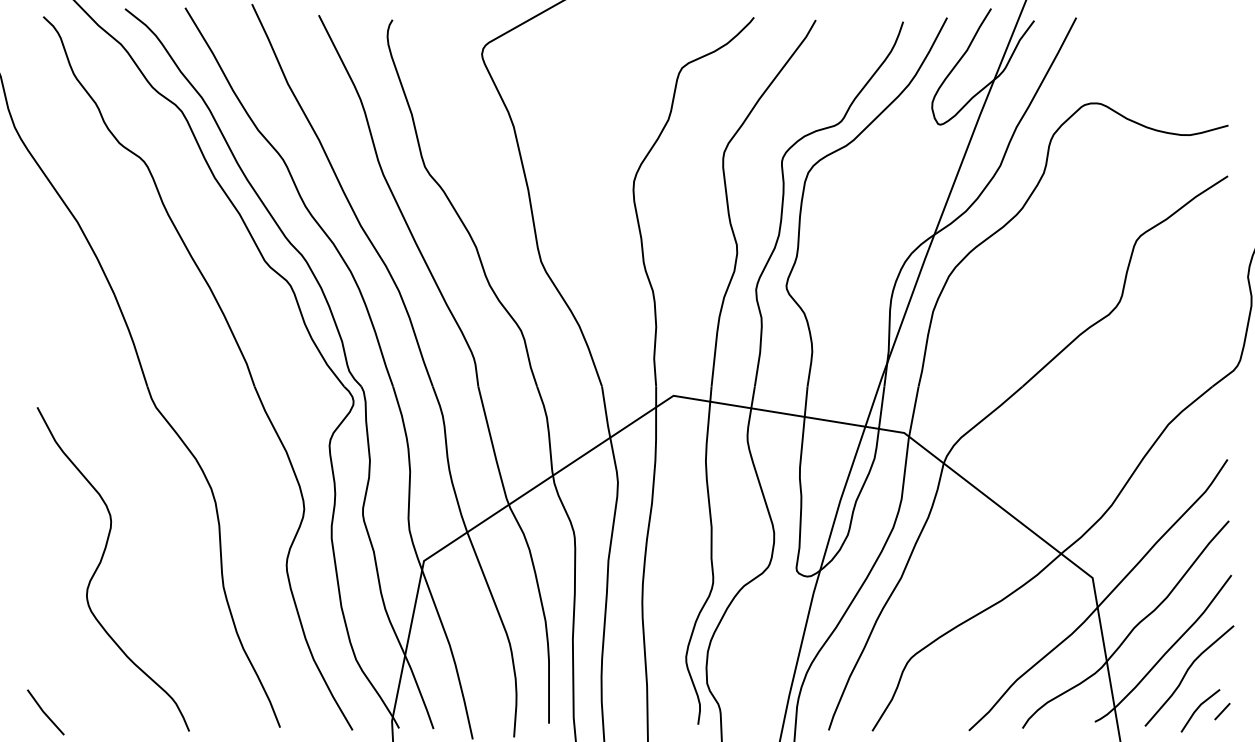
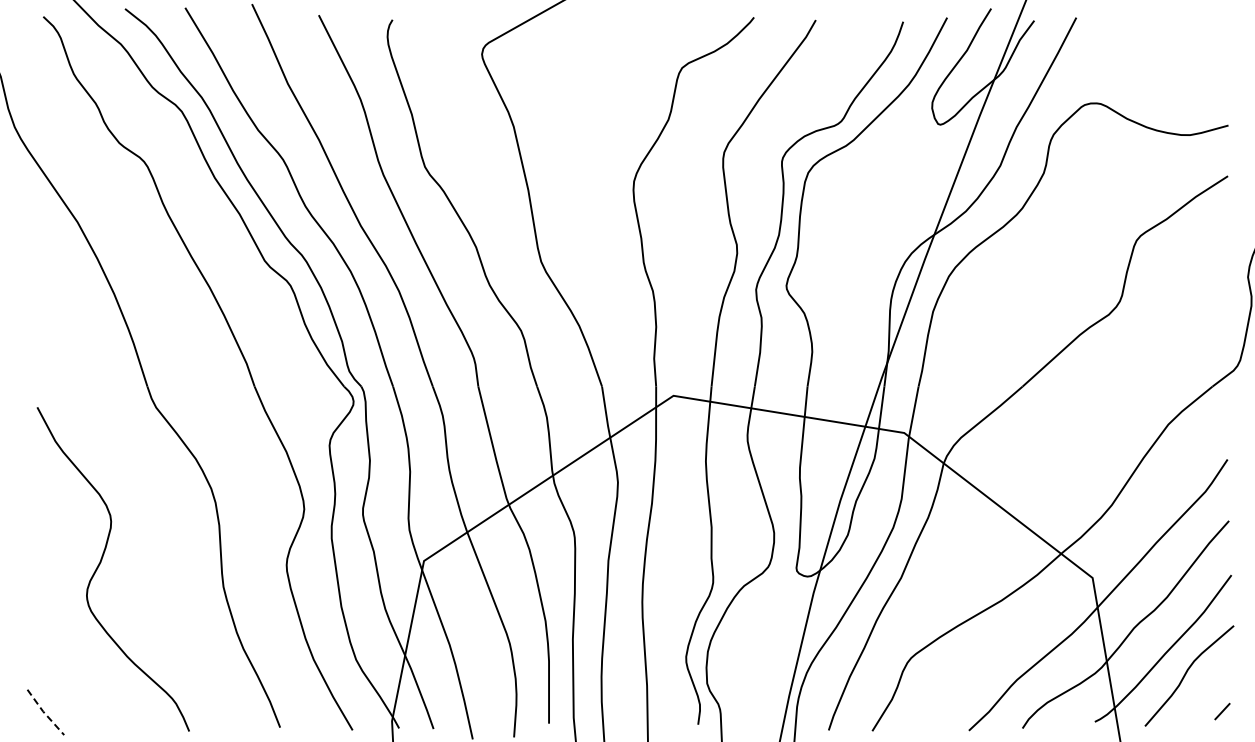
line at (1198, 709): present -> none
line at (44, 713): solid -> dashed
